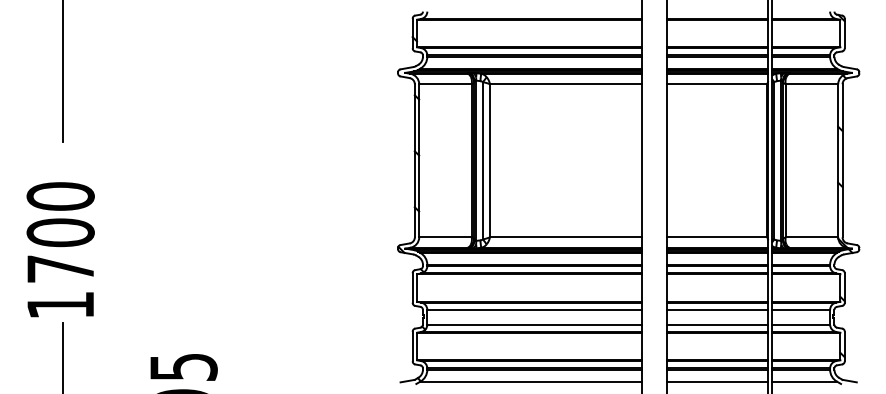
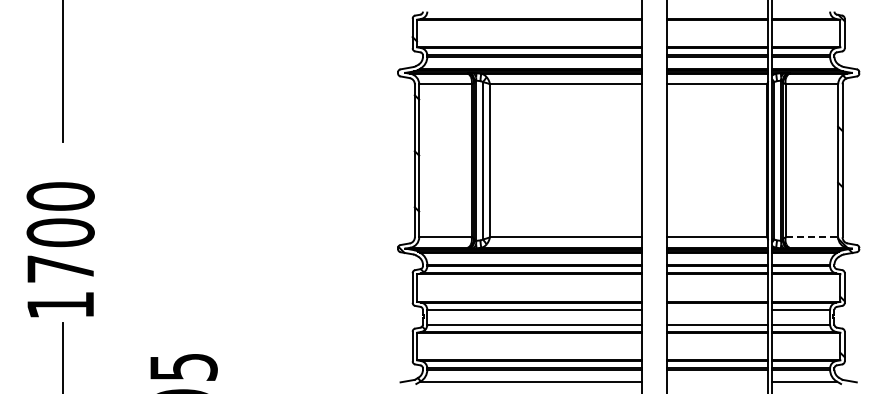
line at (812, 237): solid -> dashed
line at (717, 309): present -> none
line at (717, 381): present -> none
